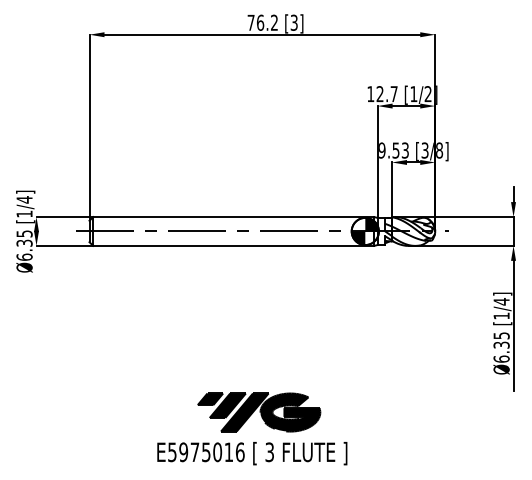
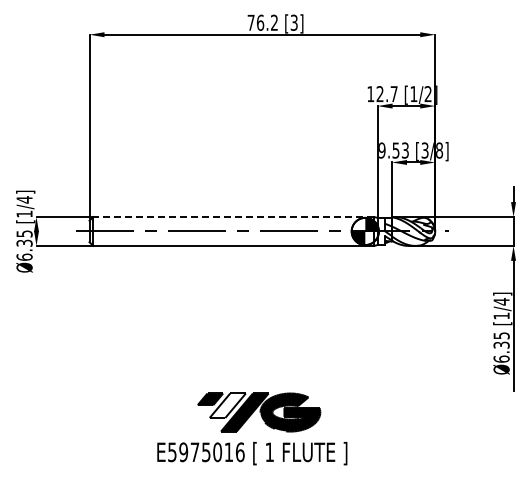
line at (233, 217): solid -> dashed
fill at (227, 405): present -> none
text at (269, 452): 3 -> 1
